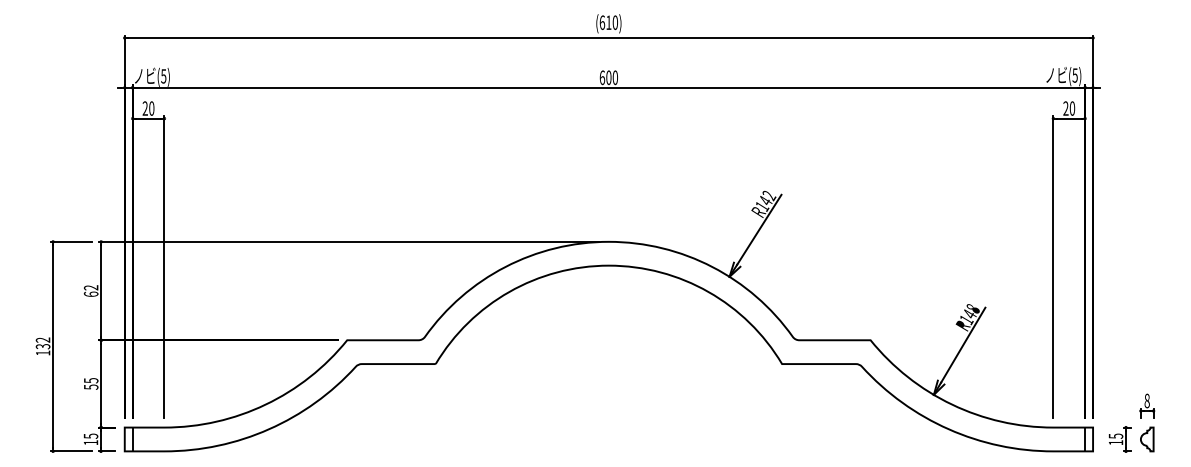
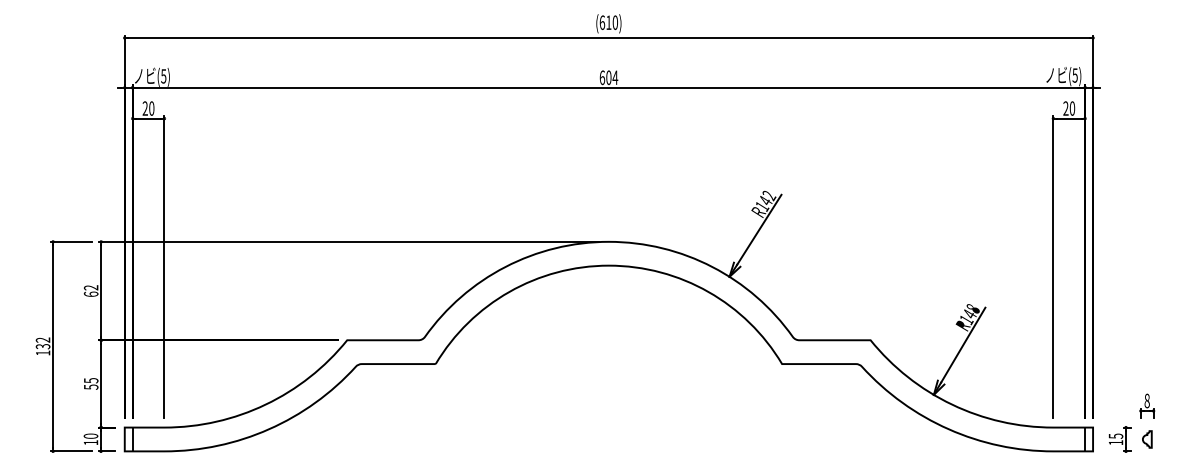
text at (615, 77): 600 -> 604
text at (90, 435): 15 -> 10
part at (1147, 439) size: 15x27 px -> 11x19 px
